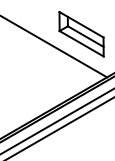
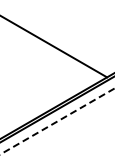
part at (81, 34): present -> none
line at (57, 121): solid -> dashed
line at (60, 127): present -> none
